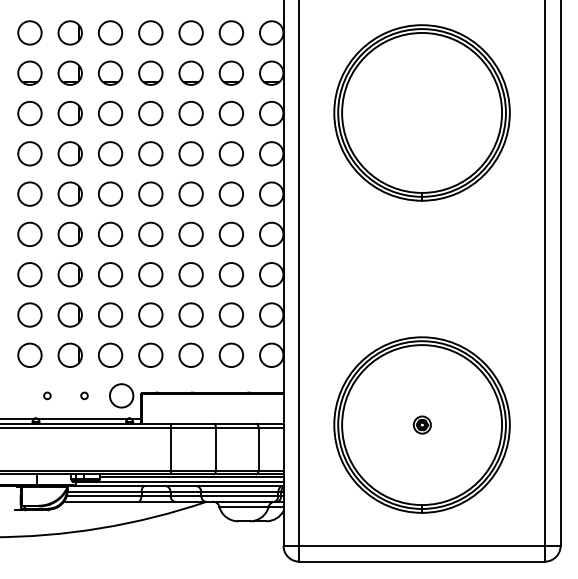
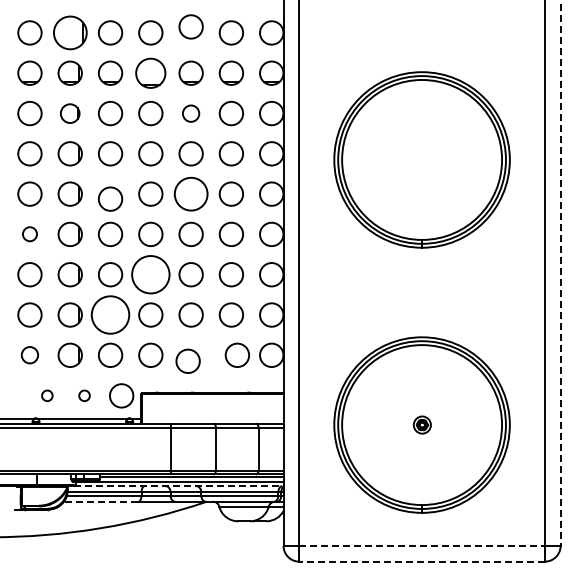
part at (69, 32) size: 26x26 px -> 35x36 px
circle at (190, 32) position: (190, 32) -> (190, 26)
part at (150, 72) size: 26x26 px -> 32x32 px
part at (421, 112) position: (421, 112) -> (421, 159)
part at (69, 113) size: 26x26 px -> 21x21 px
circle at (190, 113) size: 26x26 px -> 19x19 px
circle at (110, 193) position: (110, 193) -> (110, 198)
circle at (190, 193) size: 26x26 px -> 36x36 px
circle at (29, 233) size: 26x26 px -> 16x17 px
line at (560, 273): solid -> dashed
circle at (150, 274) diameter: 23 px -> 37 px
circle at (110, 314) diameter: 23 px -> 37 px
circle at (29, 354) size: 26x26 px -> 19x19 px
circle at (190, 354) position: (190, 354) -> (187, 360)
circle at (230, 354) position: (230, 354) -> (236, 354)
circle at (47, 395) size: 9x10 px -> 13x13 px
circle at (84, 395) size: 9x10 px -> 13x13 px
line at (178, 486): solid -> dashed
line at (100, 501): solid -> dashed
line at (422, 546): solid -> dashed
line at (422, 561): solid -> dashed
